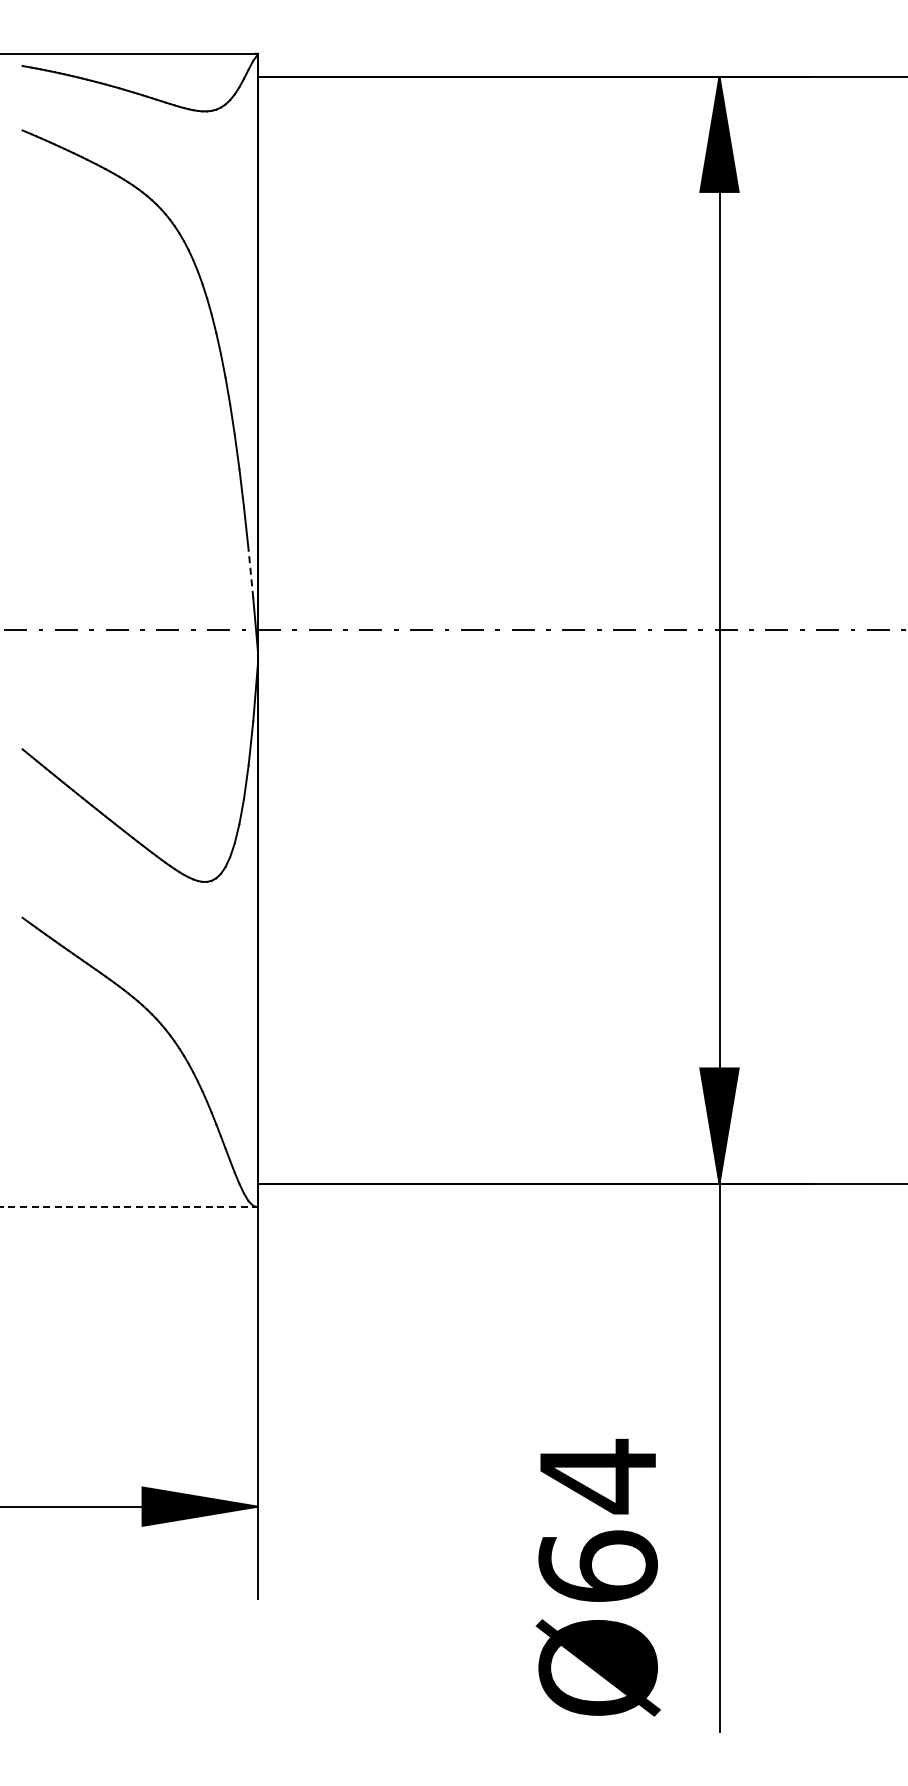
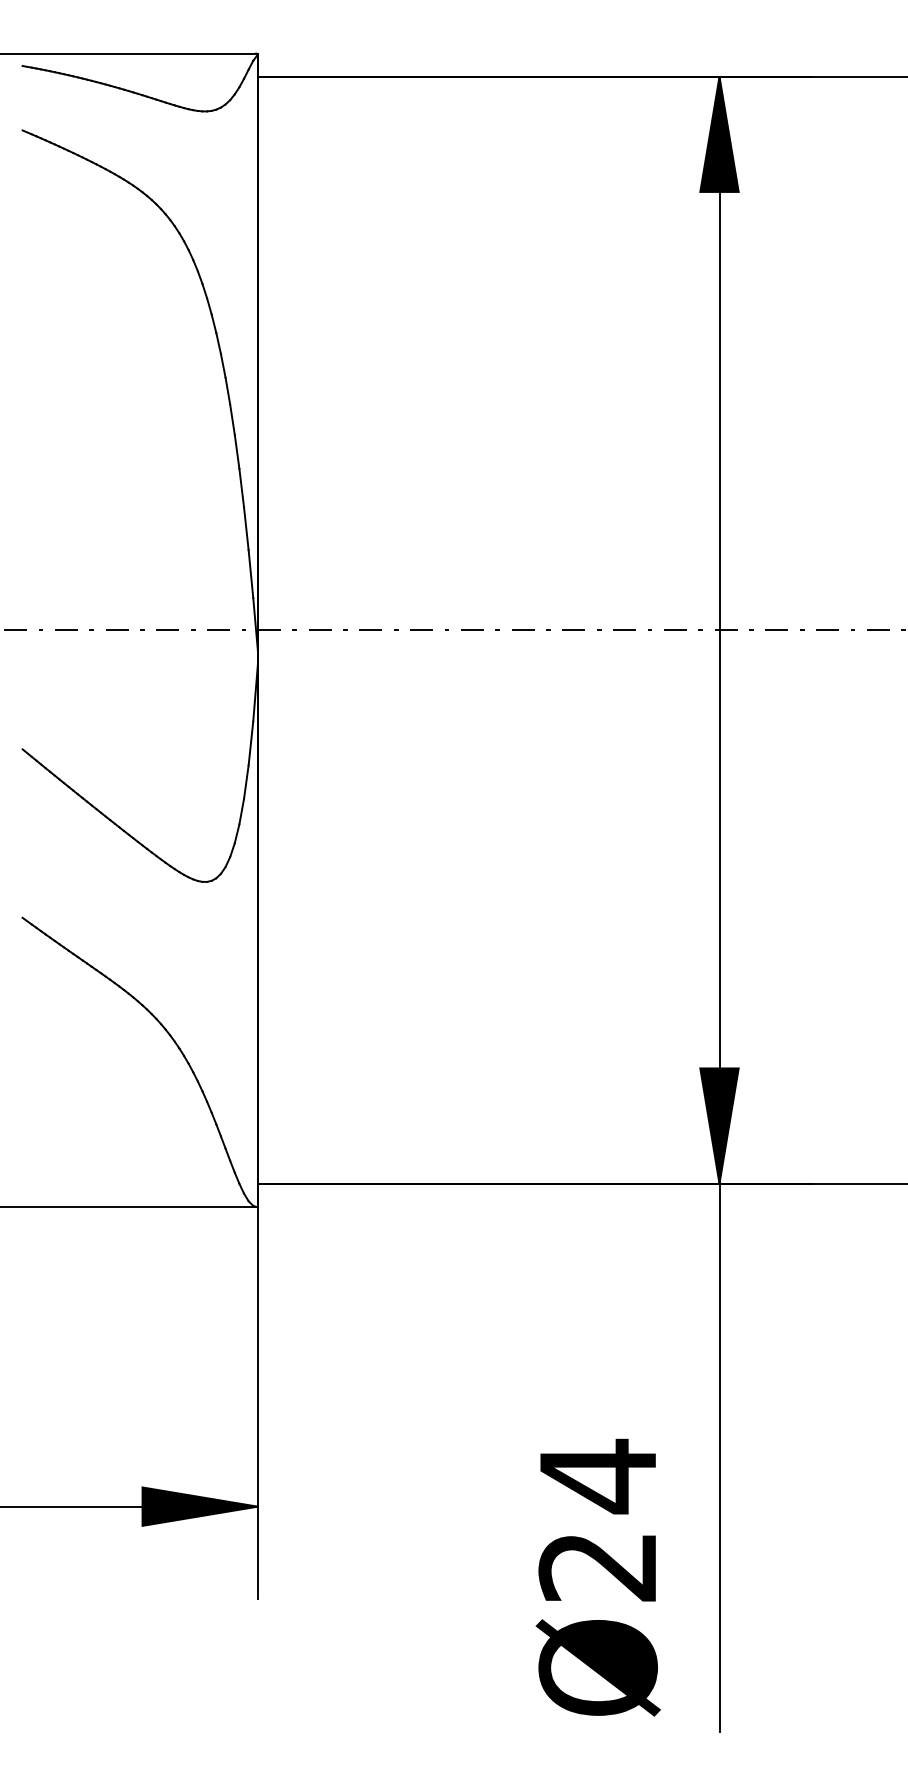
line at (250, 574): dashed -> solid
line at (129, 1206): dashed -> solid
text at (597, 1565): Ø64 -> Ø24
